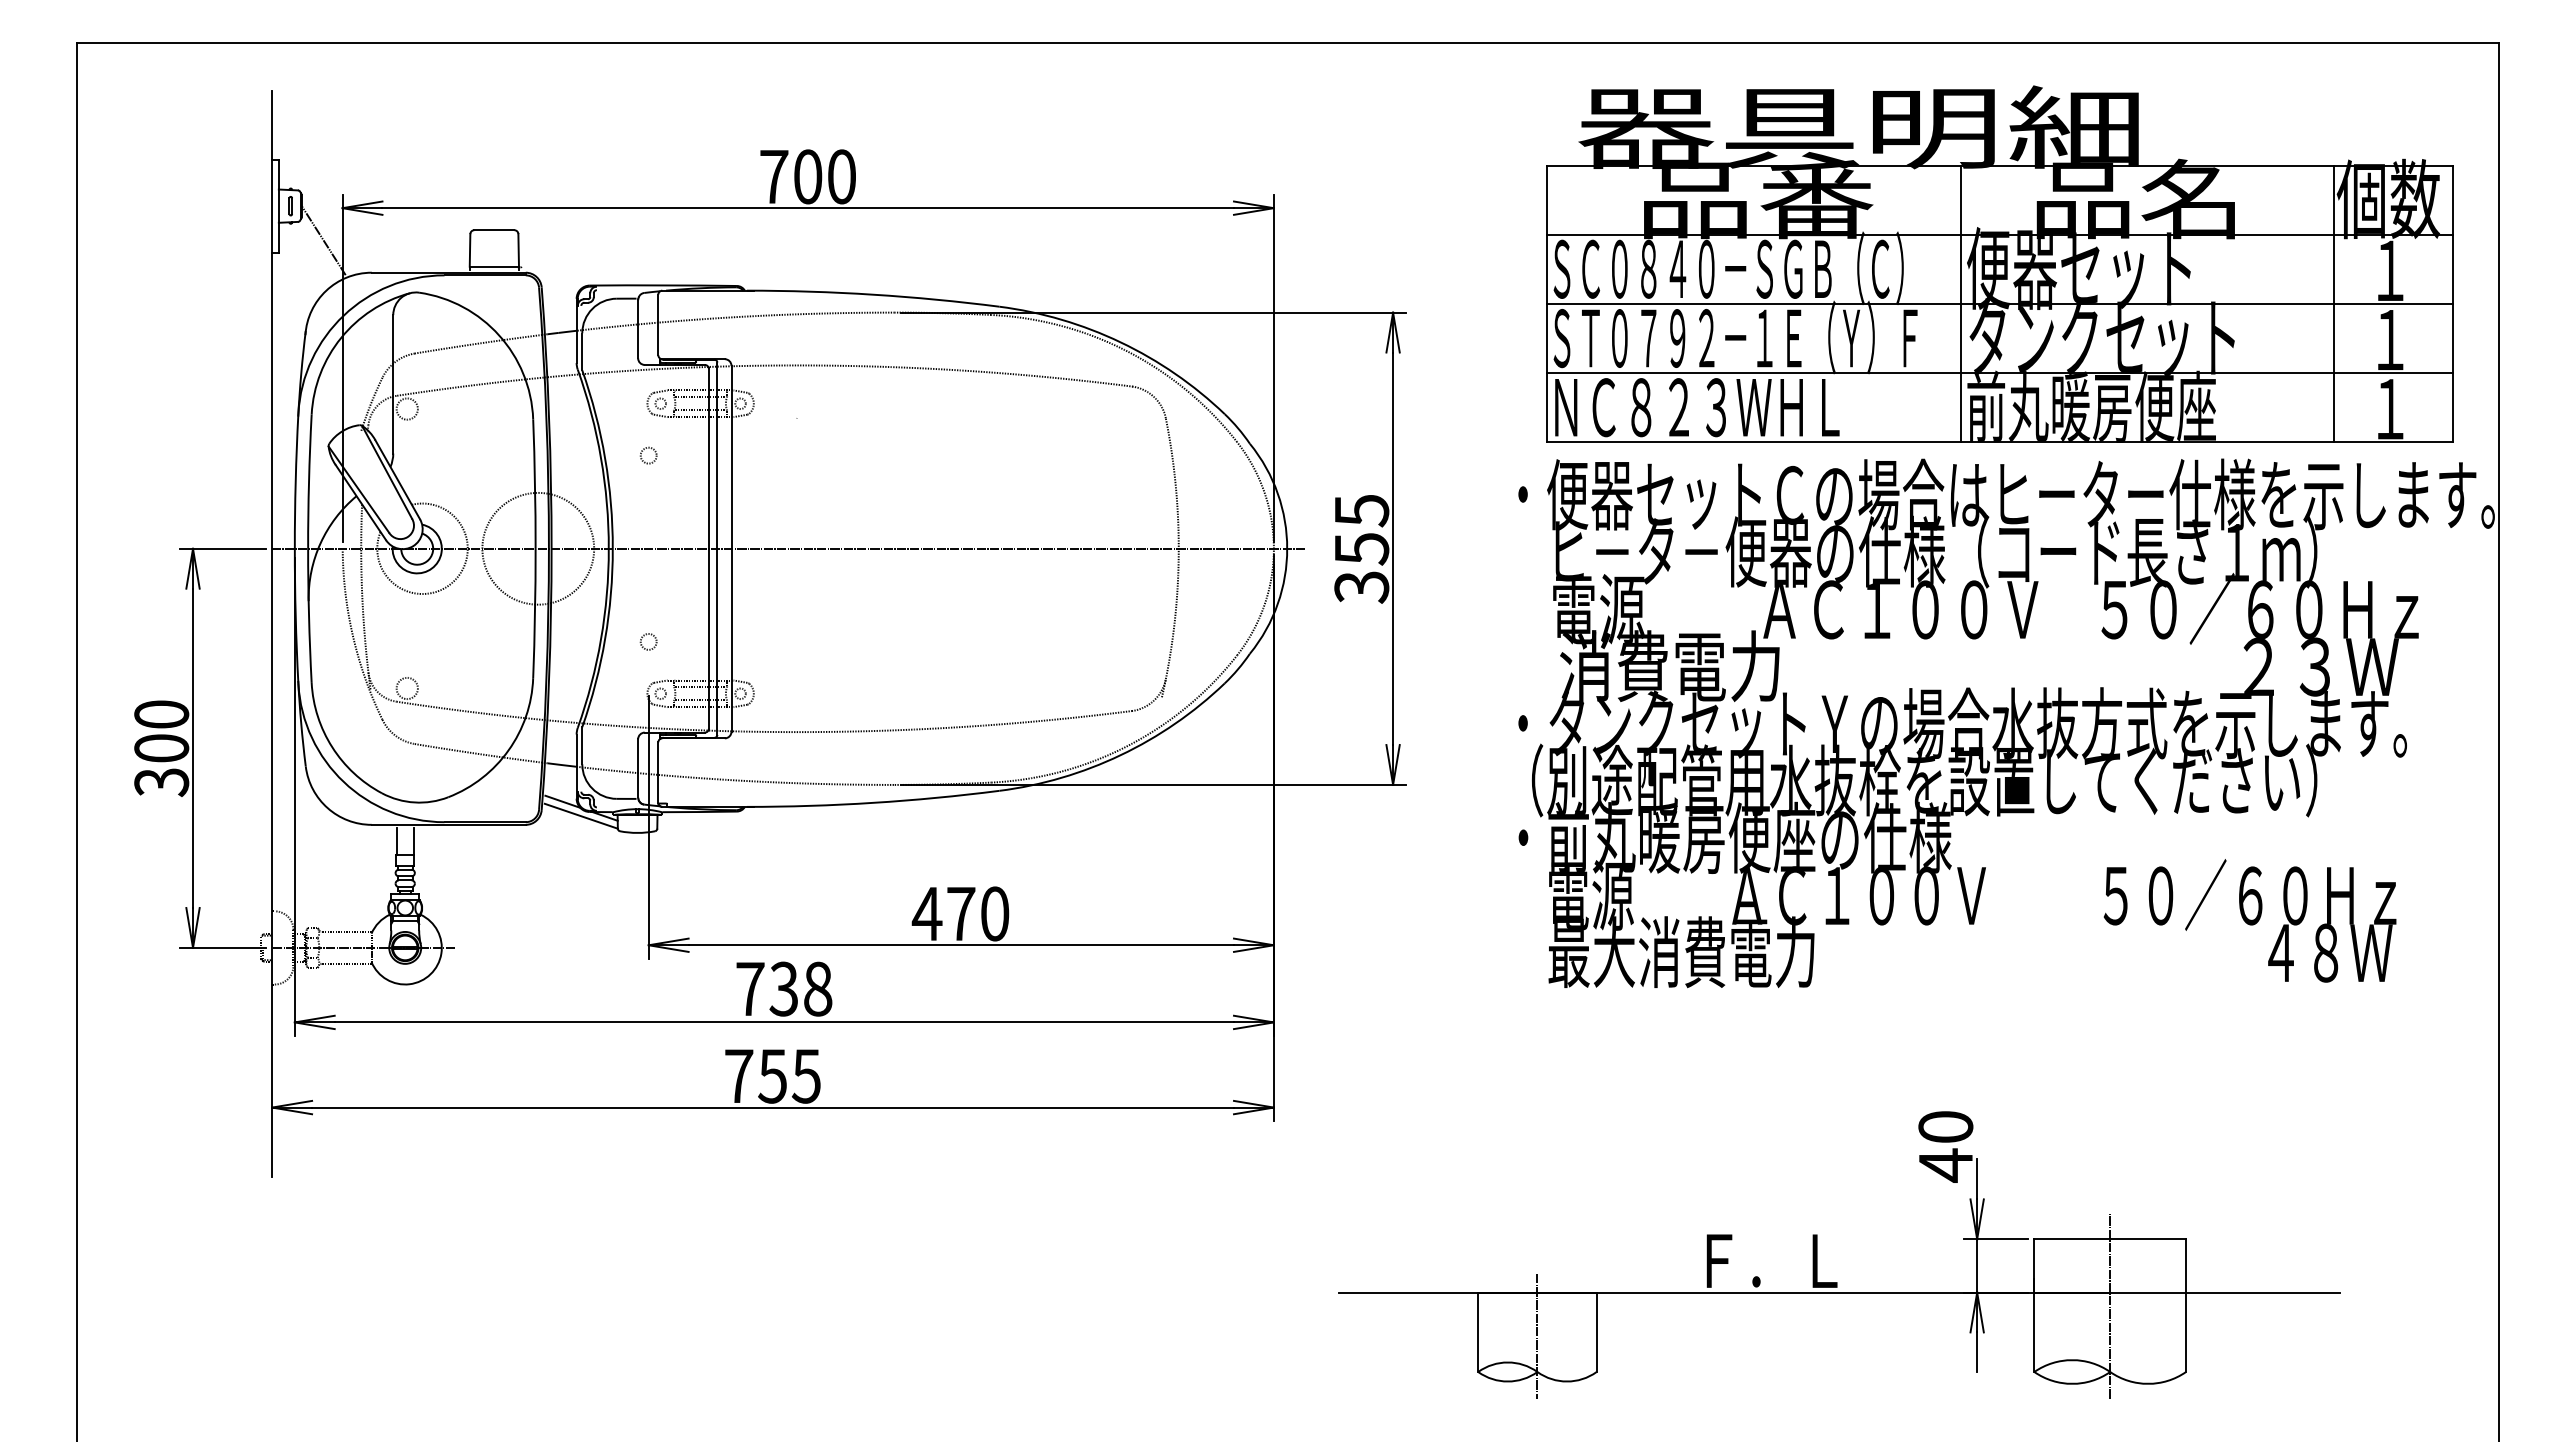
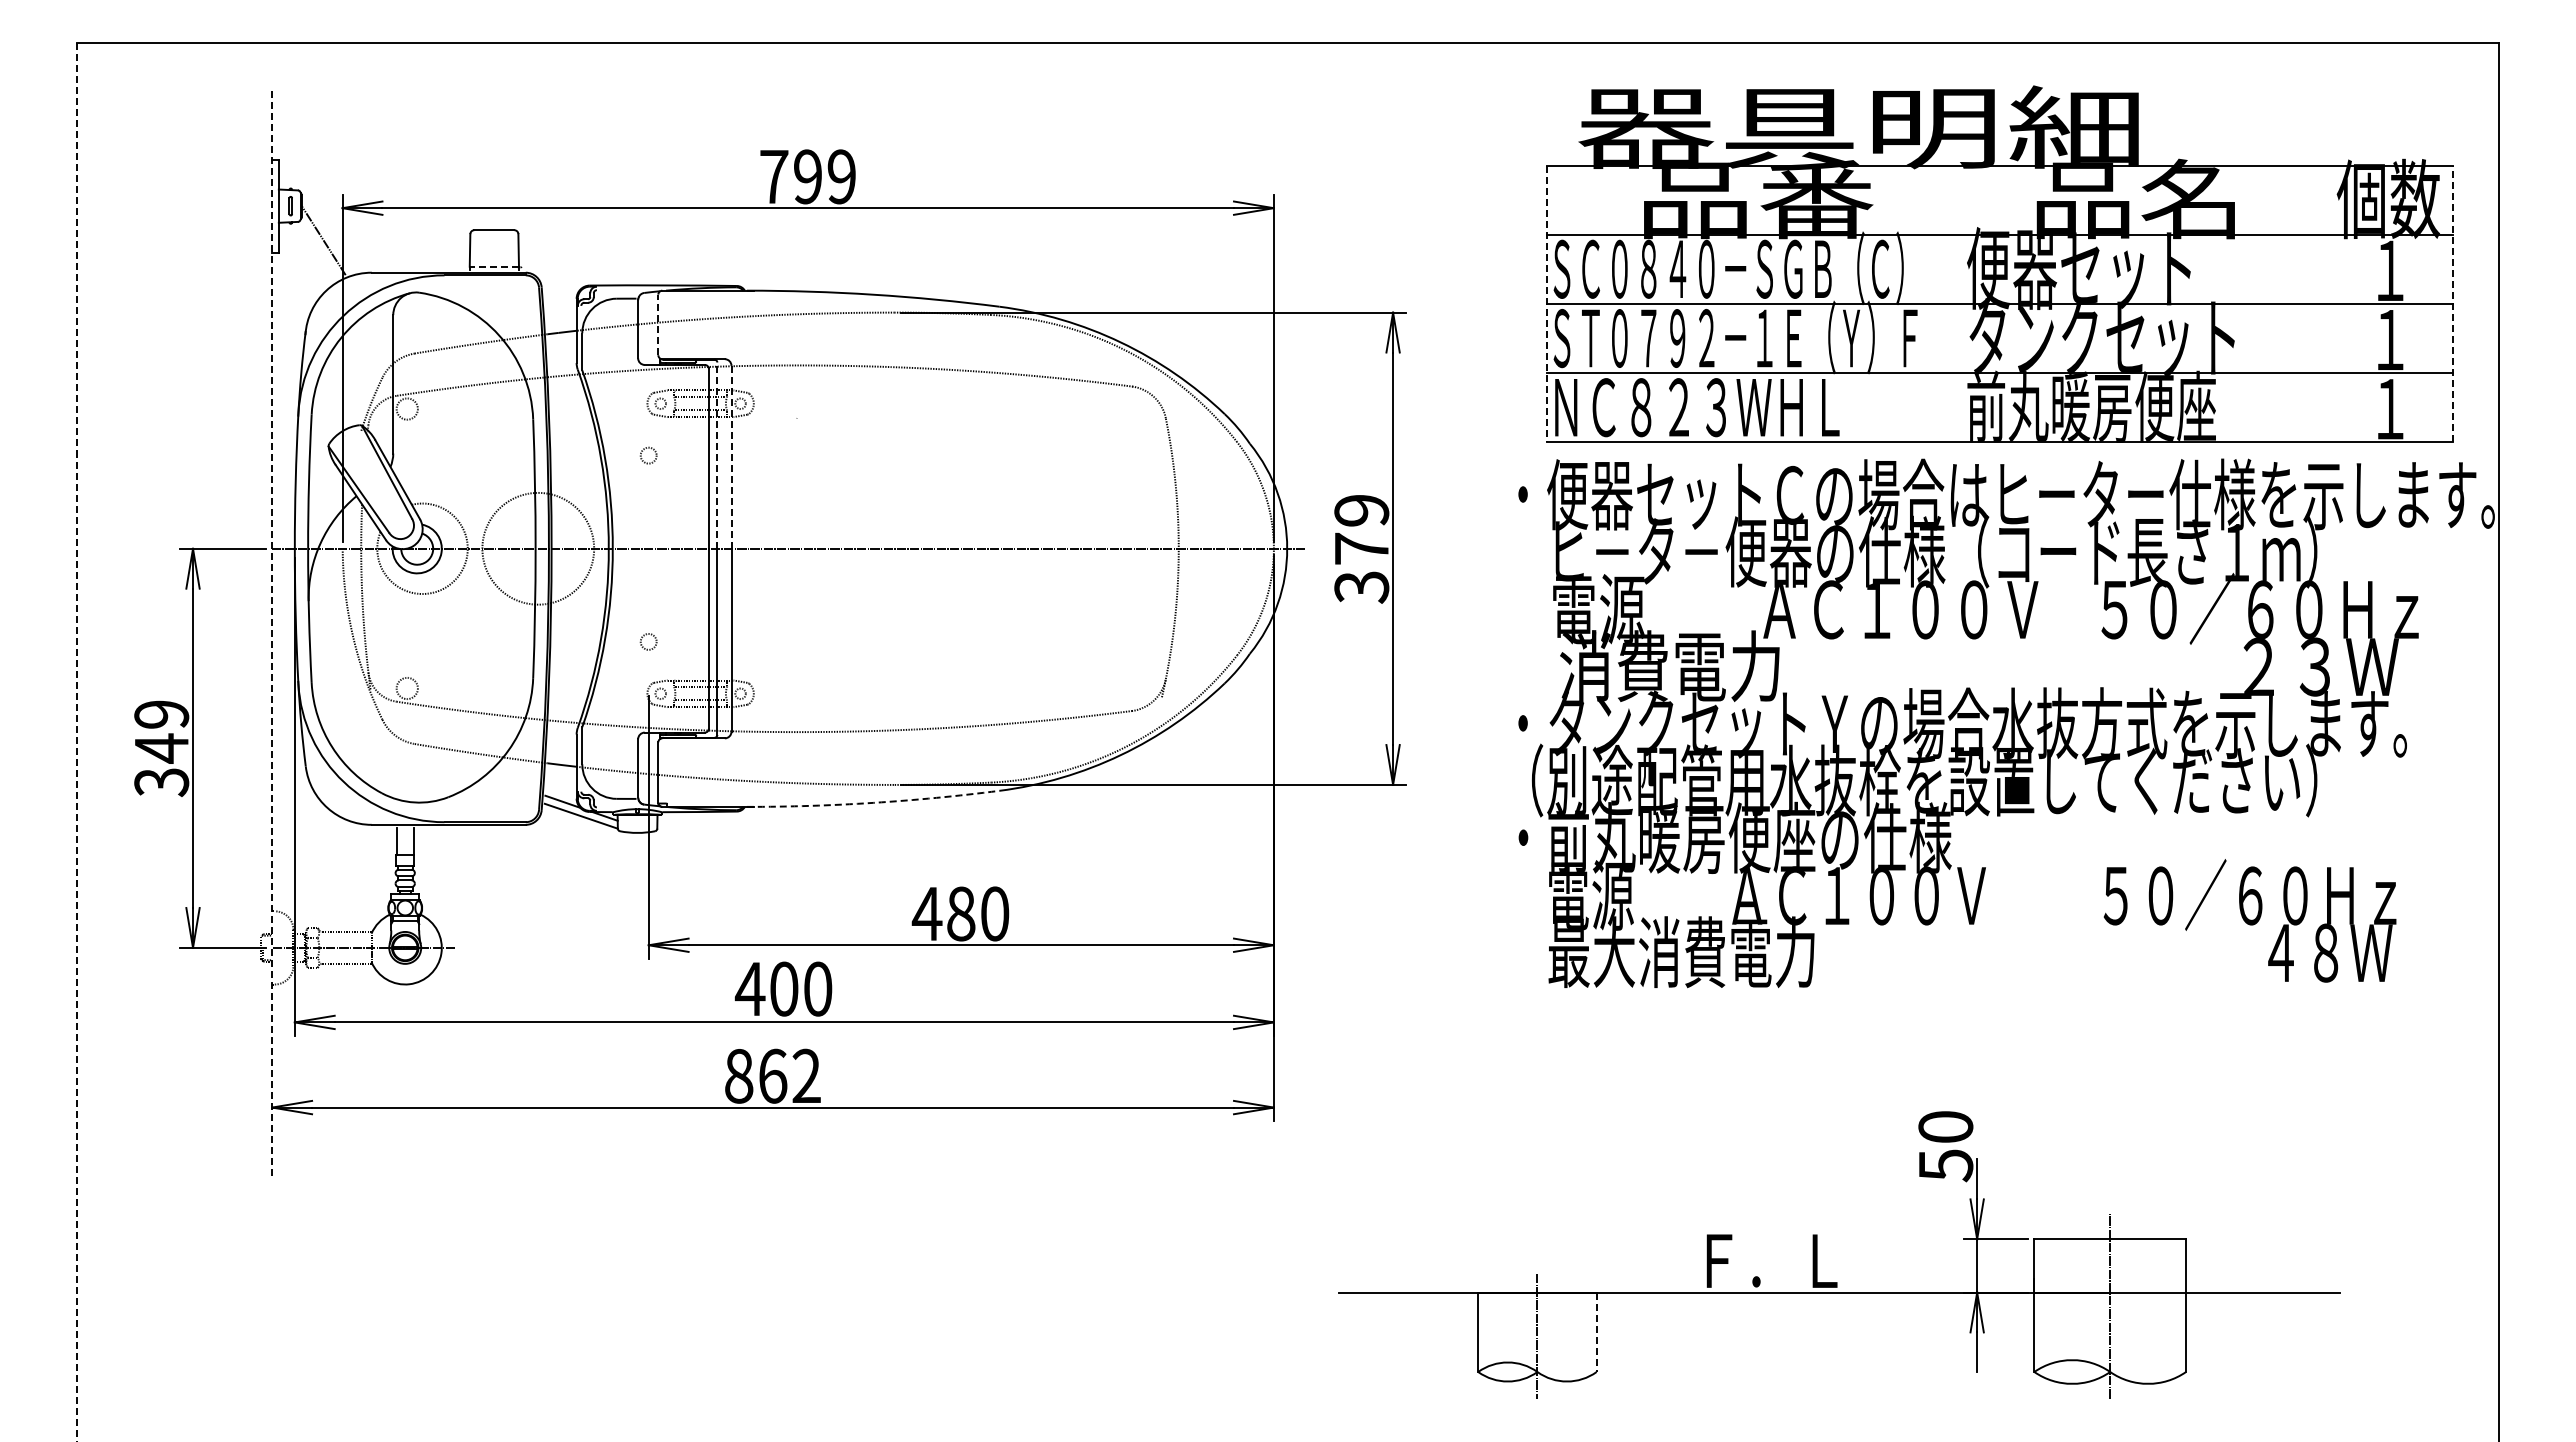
text at (824, 176): 700 -> 799
line at (494, 267): solid -> dashed
line at (1961, 303): present -> none
line at (2333, 303): present -> none
line at (2453, 303): solid -> dashed
line at (1547, 304): solid -> dashed
line at (658, 324): solid -> dashed
line at (717, 455): solid -> dashed
line at (731, 456): solid -> dashed
text at (1361, 530): 355 -> 379
line at (272, 633): solid -> dashed
text at (161, 731): 300 -> 349
line at (77, 742): solid -> dashed
arc at (873, 802): solid -> dashed
text at (961, 913): 470 -> 480
text at (783, 988): 738 -> 400
text at (772, 1075): 755 -> 862
text at (1946, 1165): 40 -> 50
line at (1596, 1332): solid -> dashed
